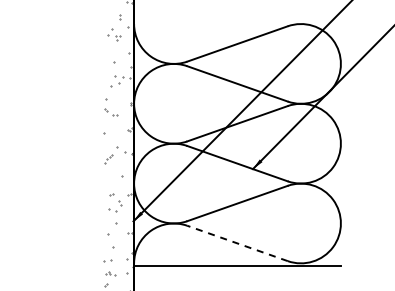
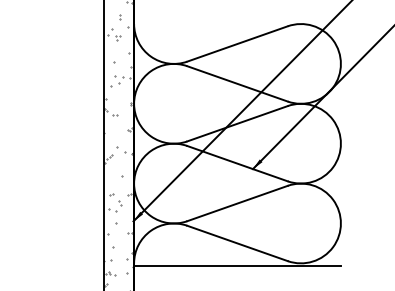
line at (103, 144): none -> present
line at (237, 243): dashed -> solid
